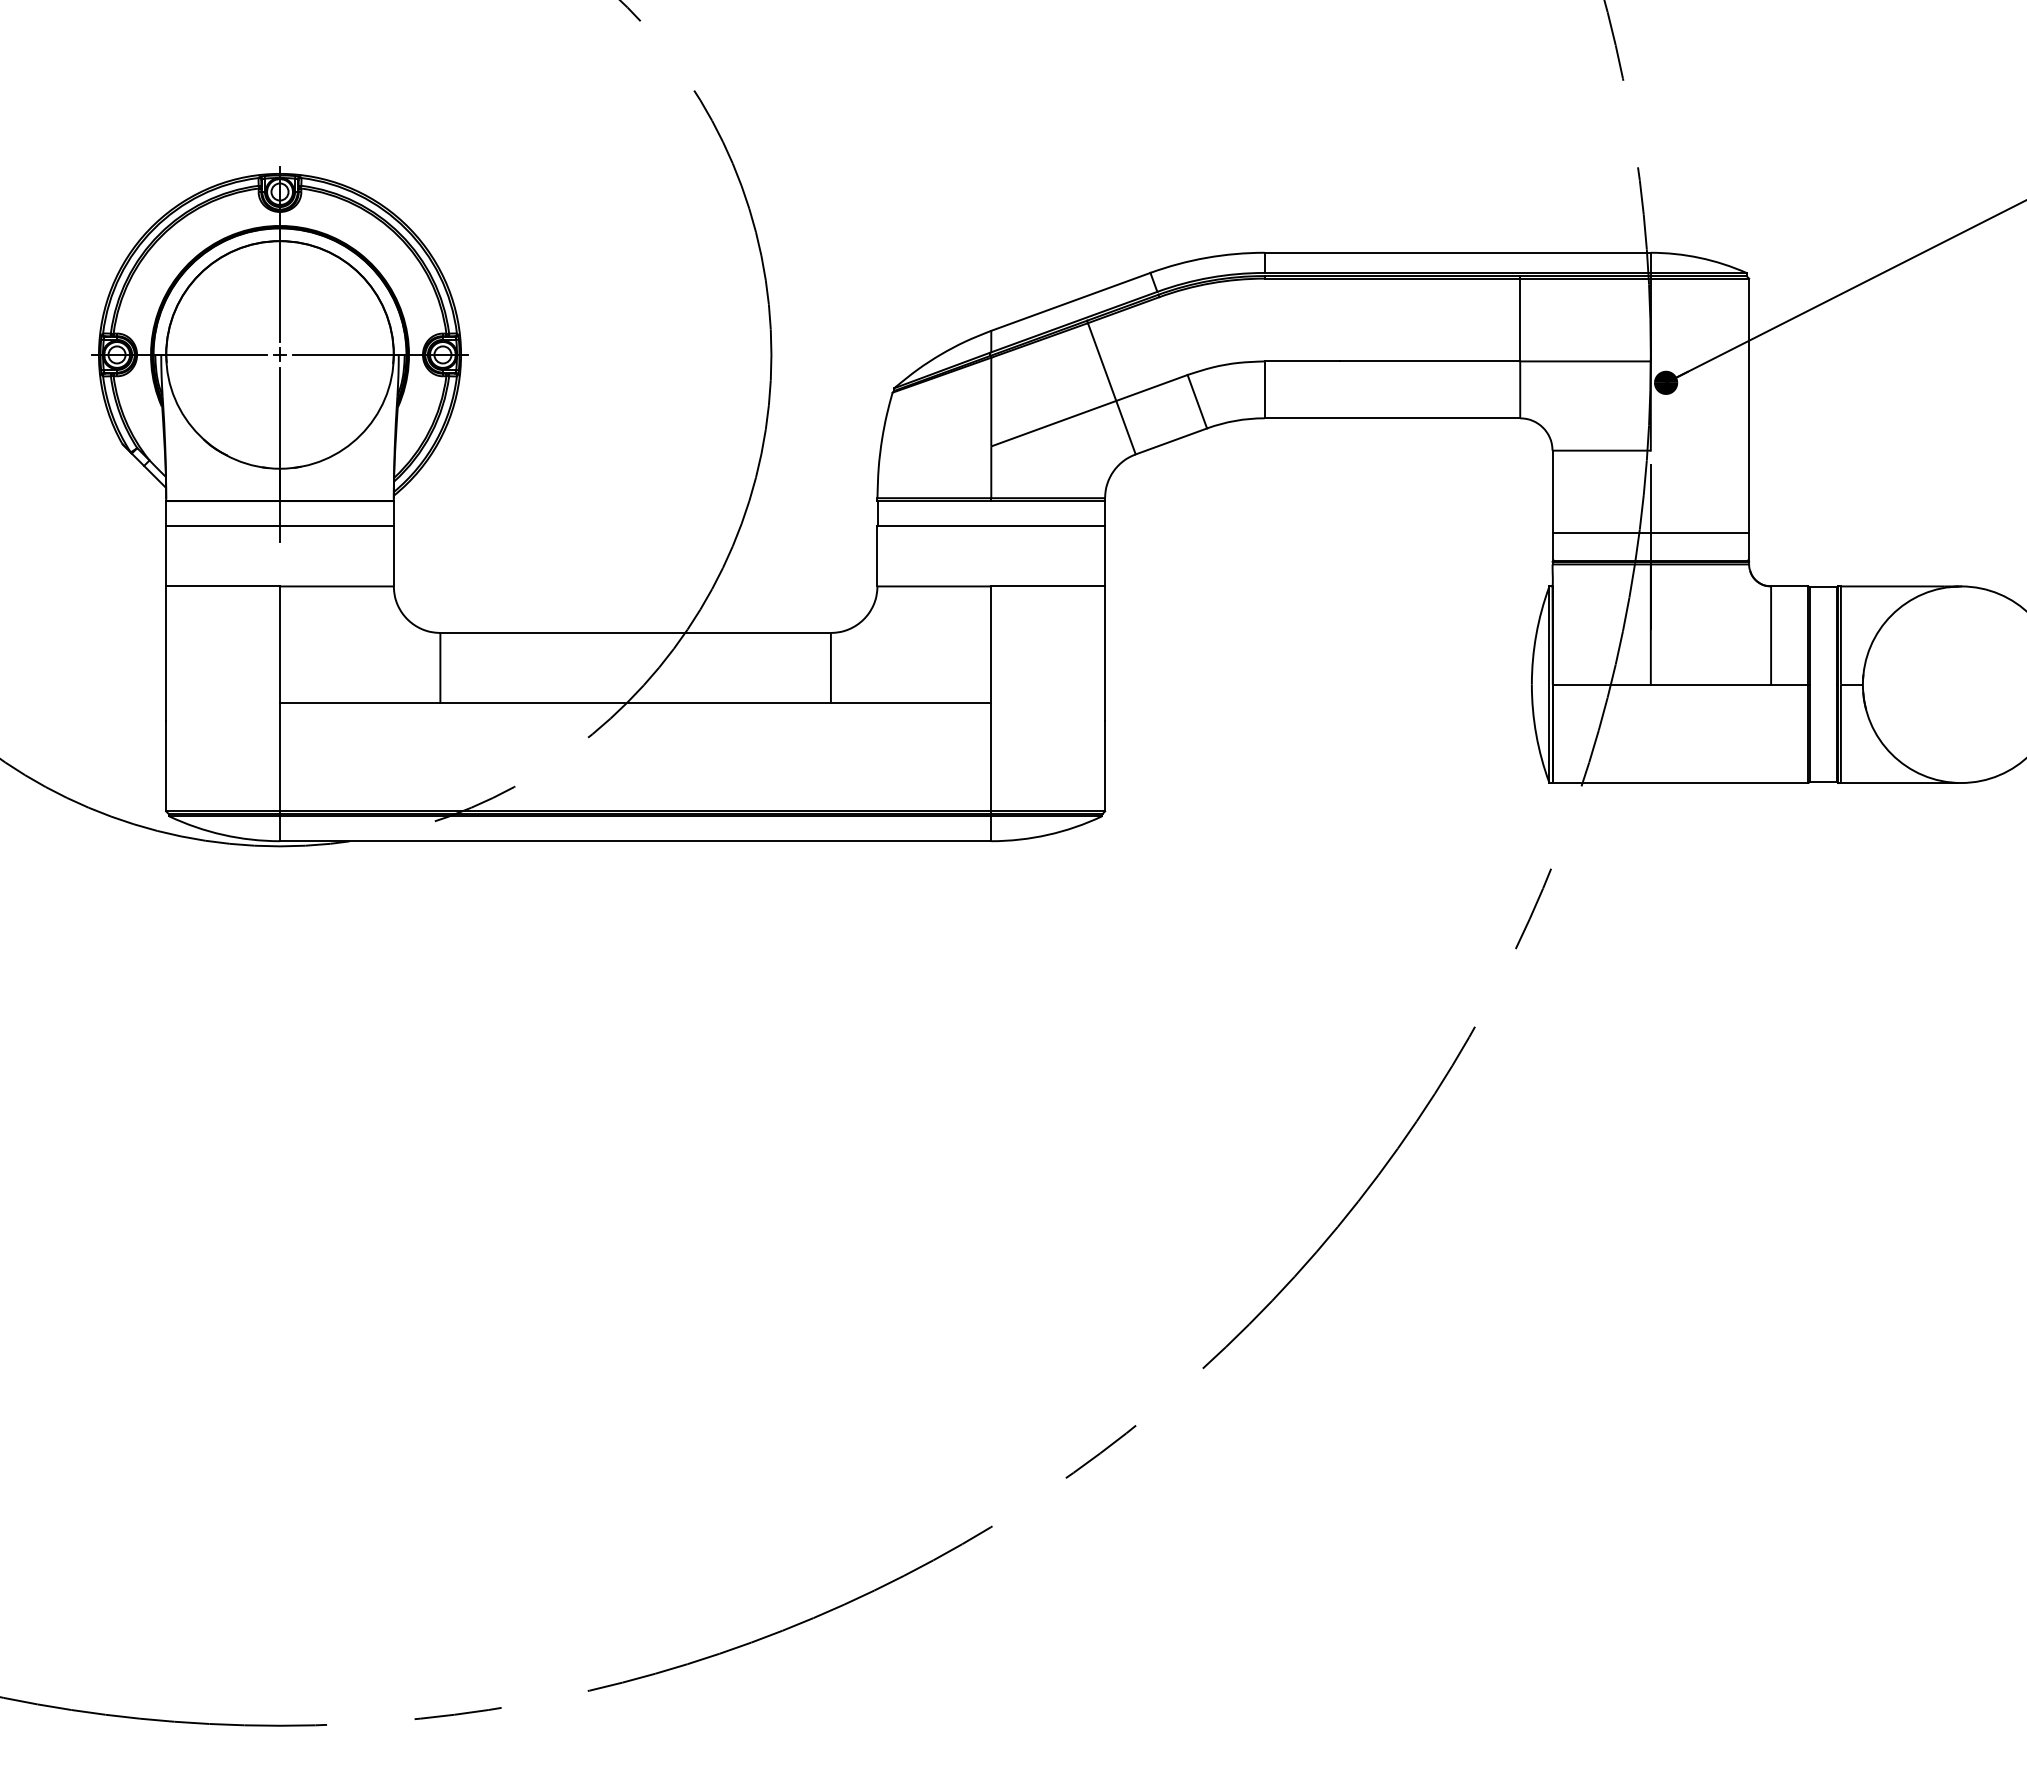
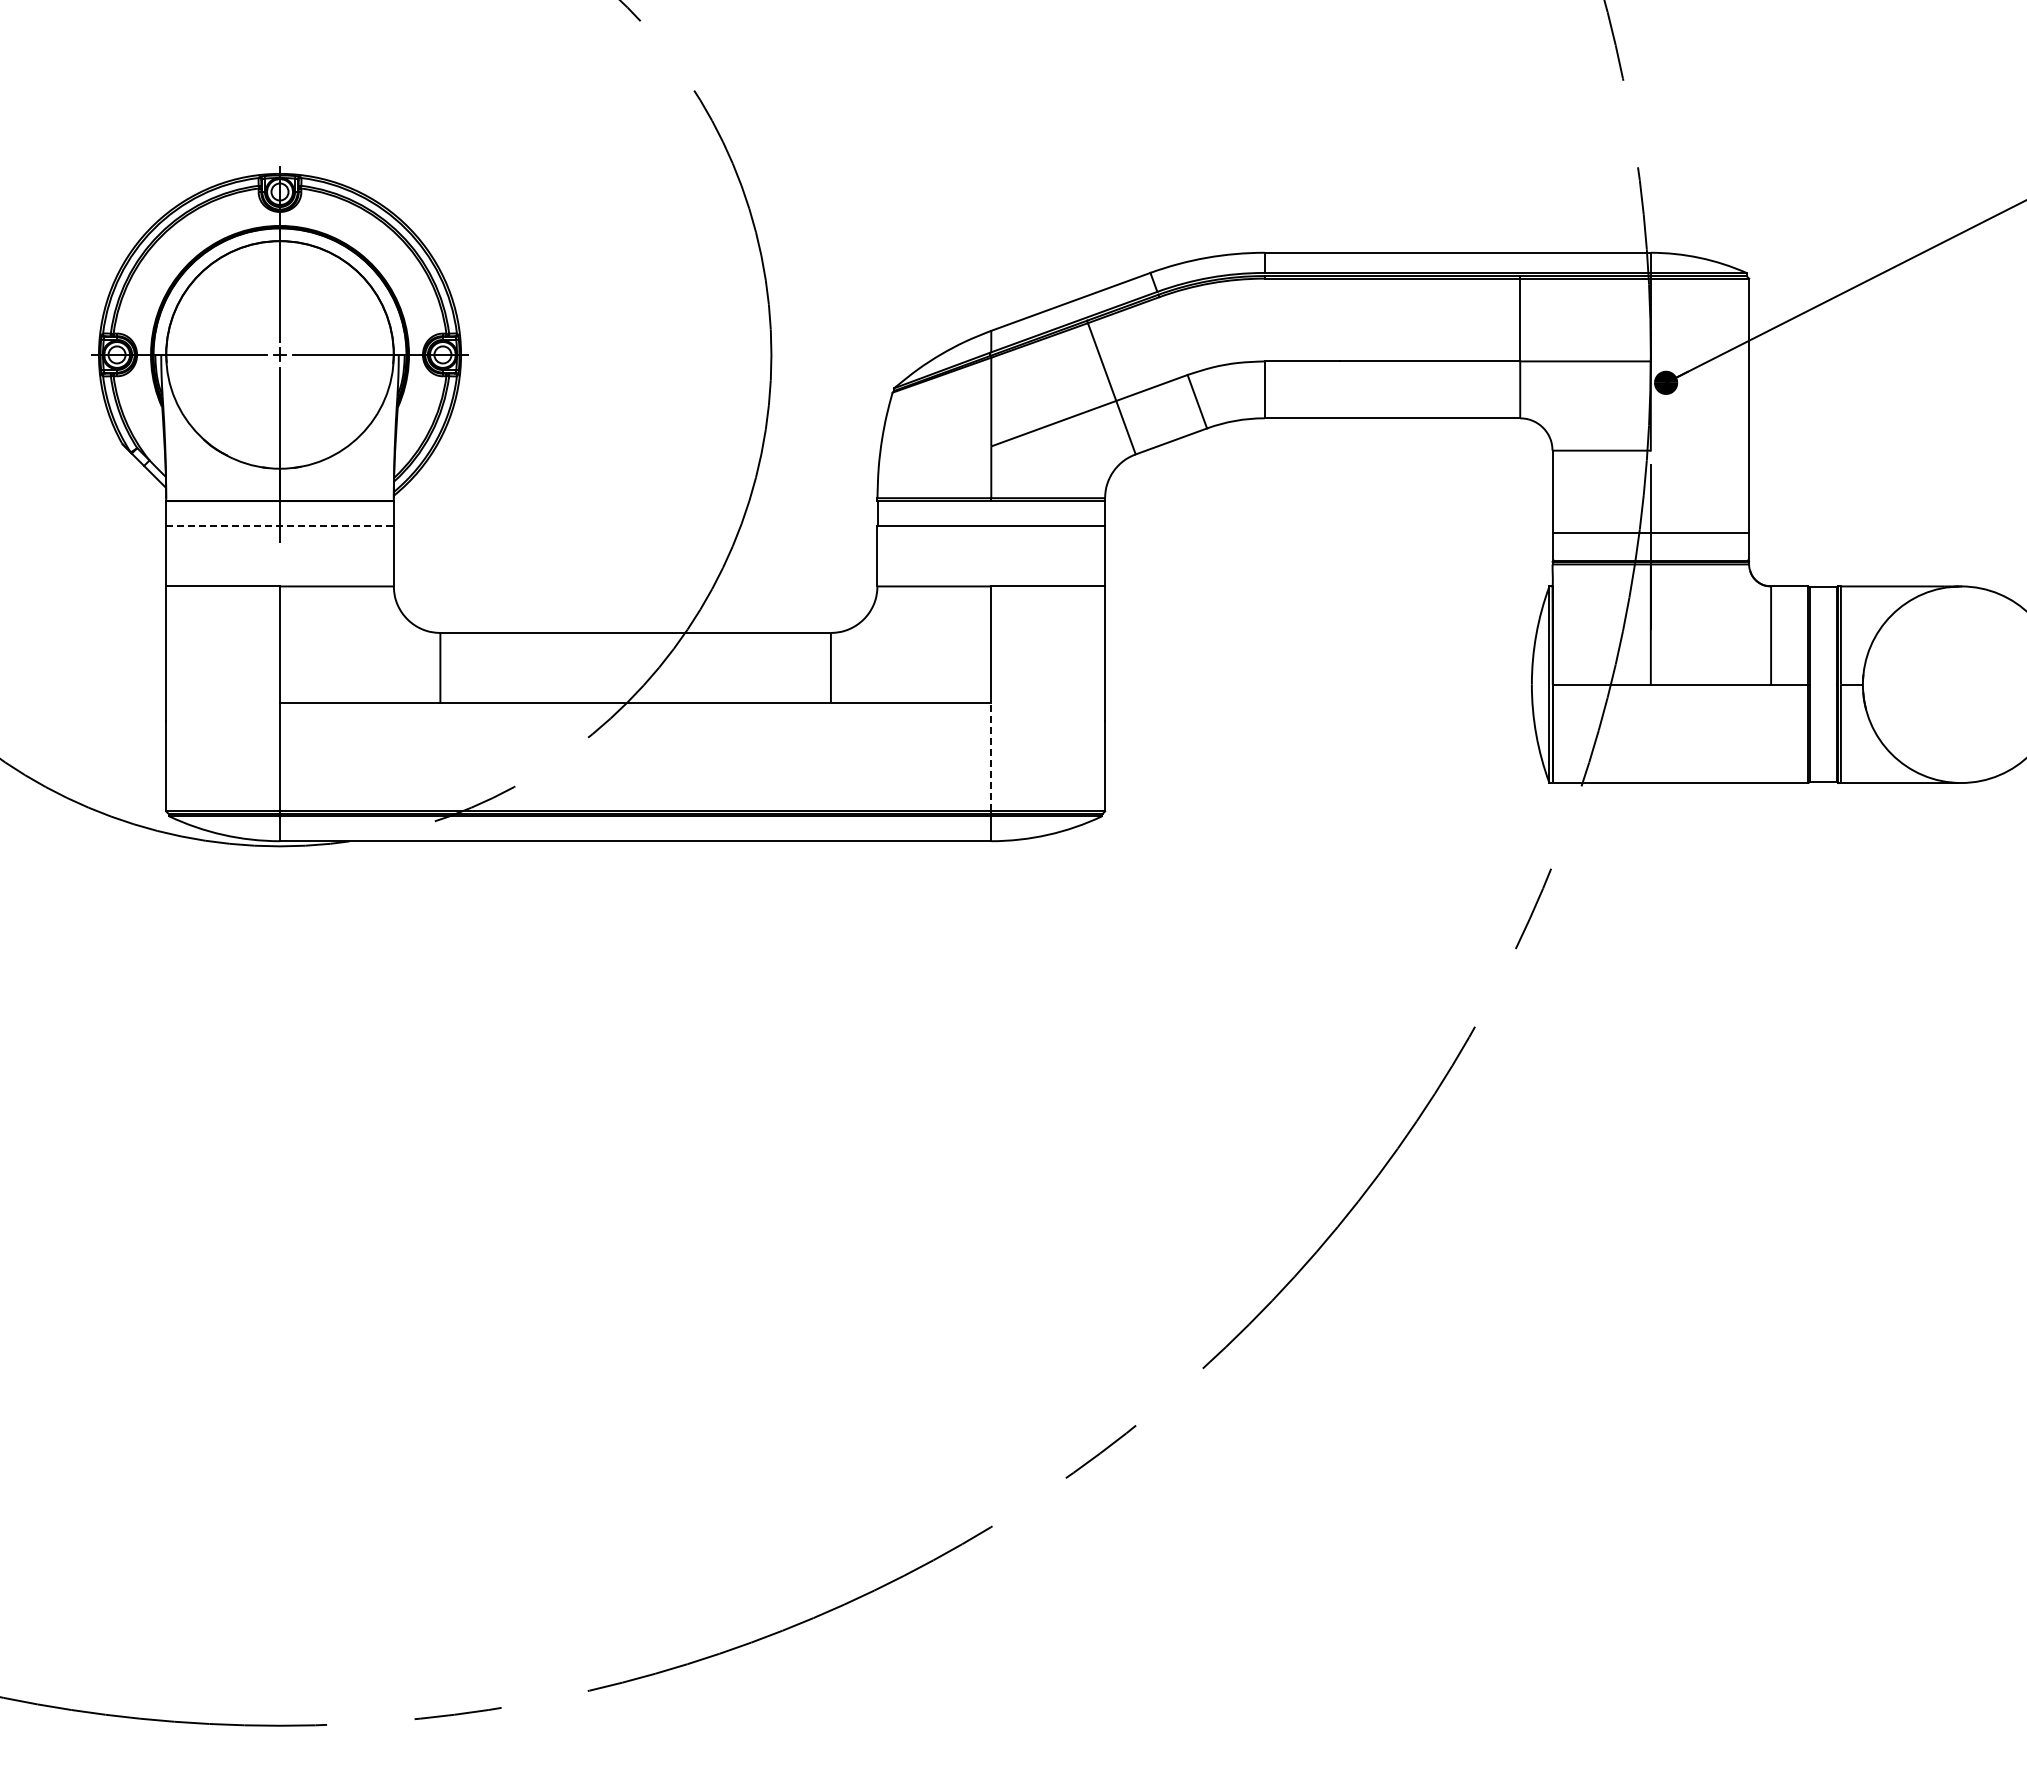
line at (280, 525): solid -> dashed
line at (991, 756): solid -> dashed
